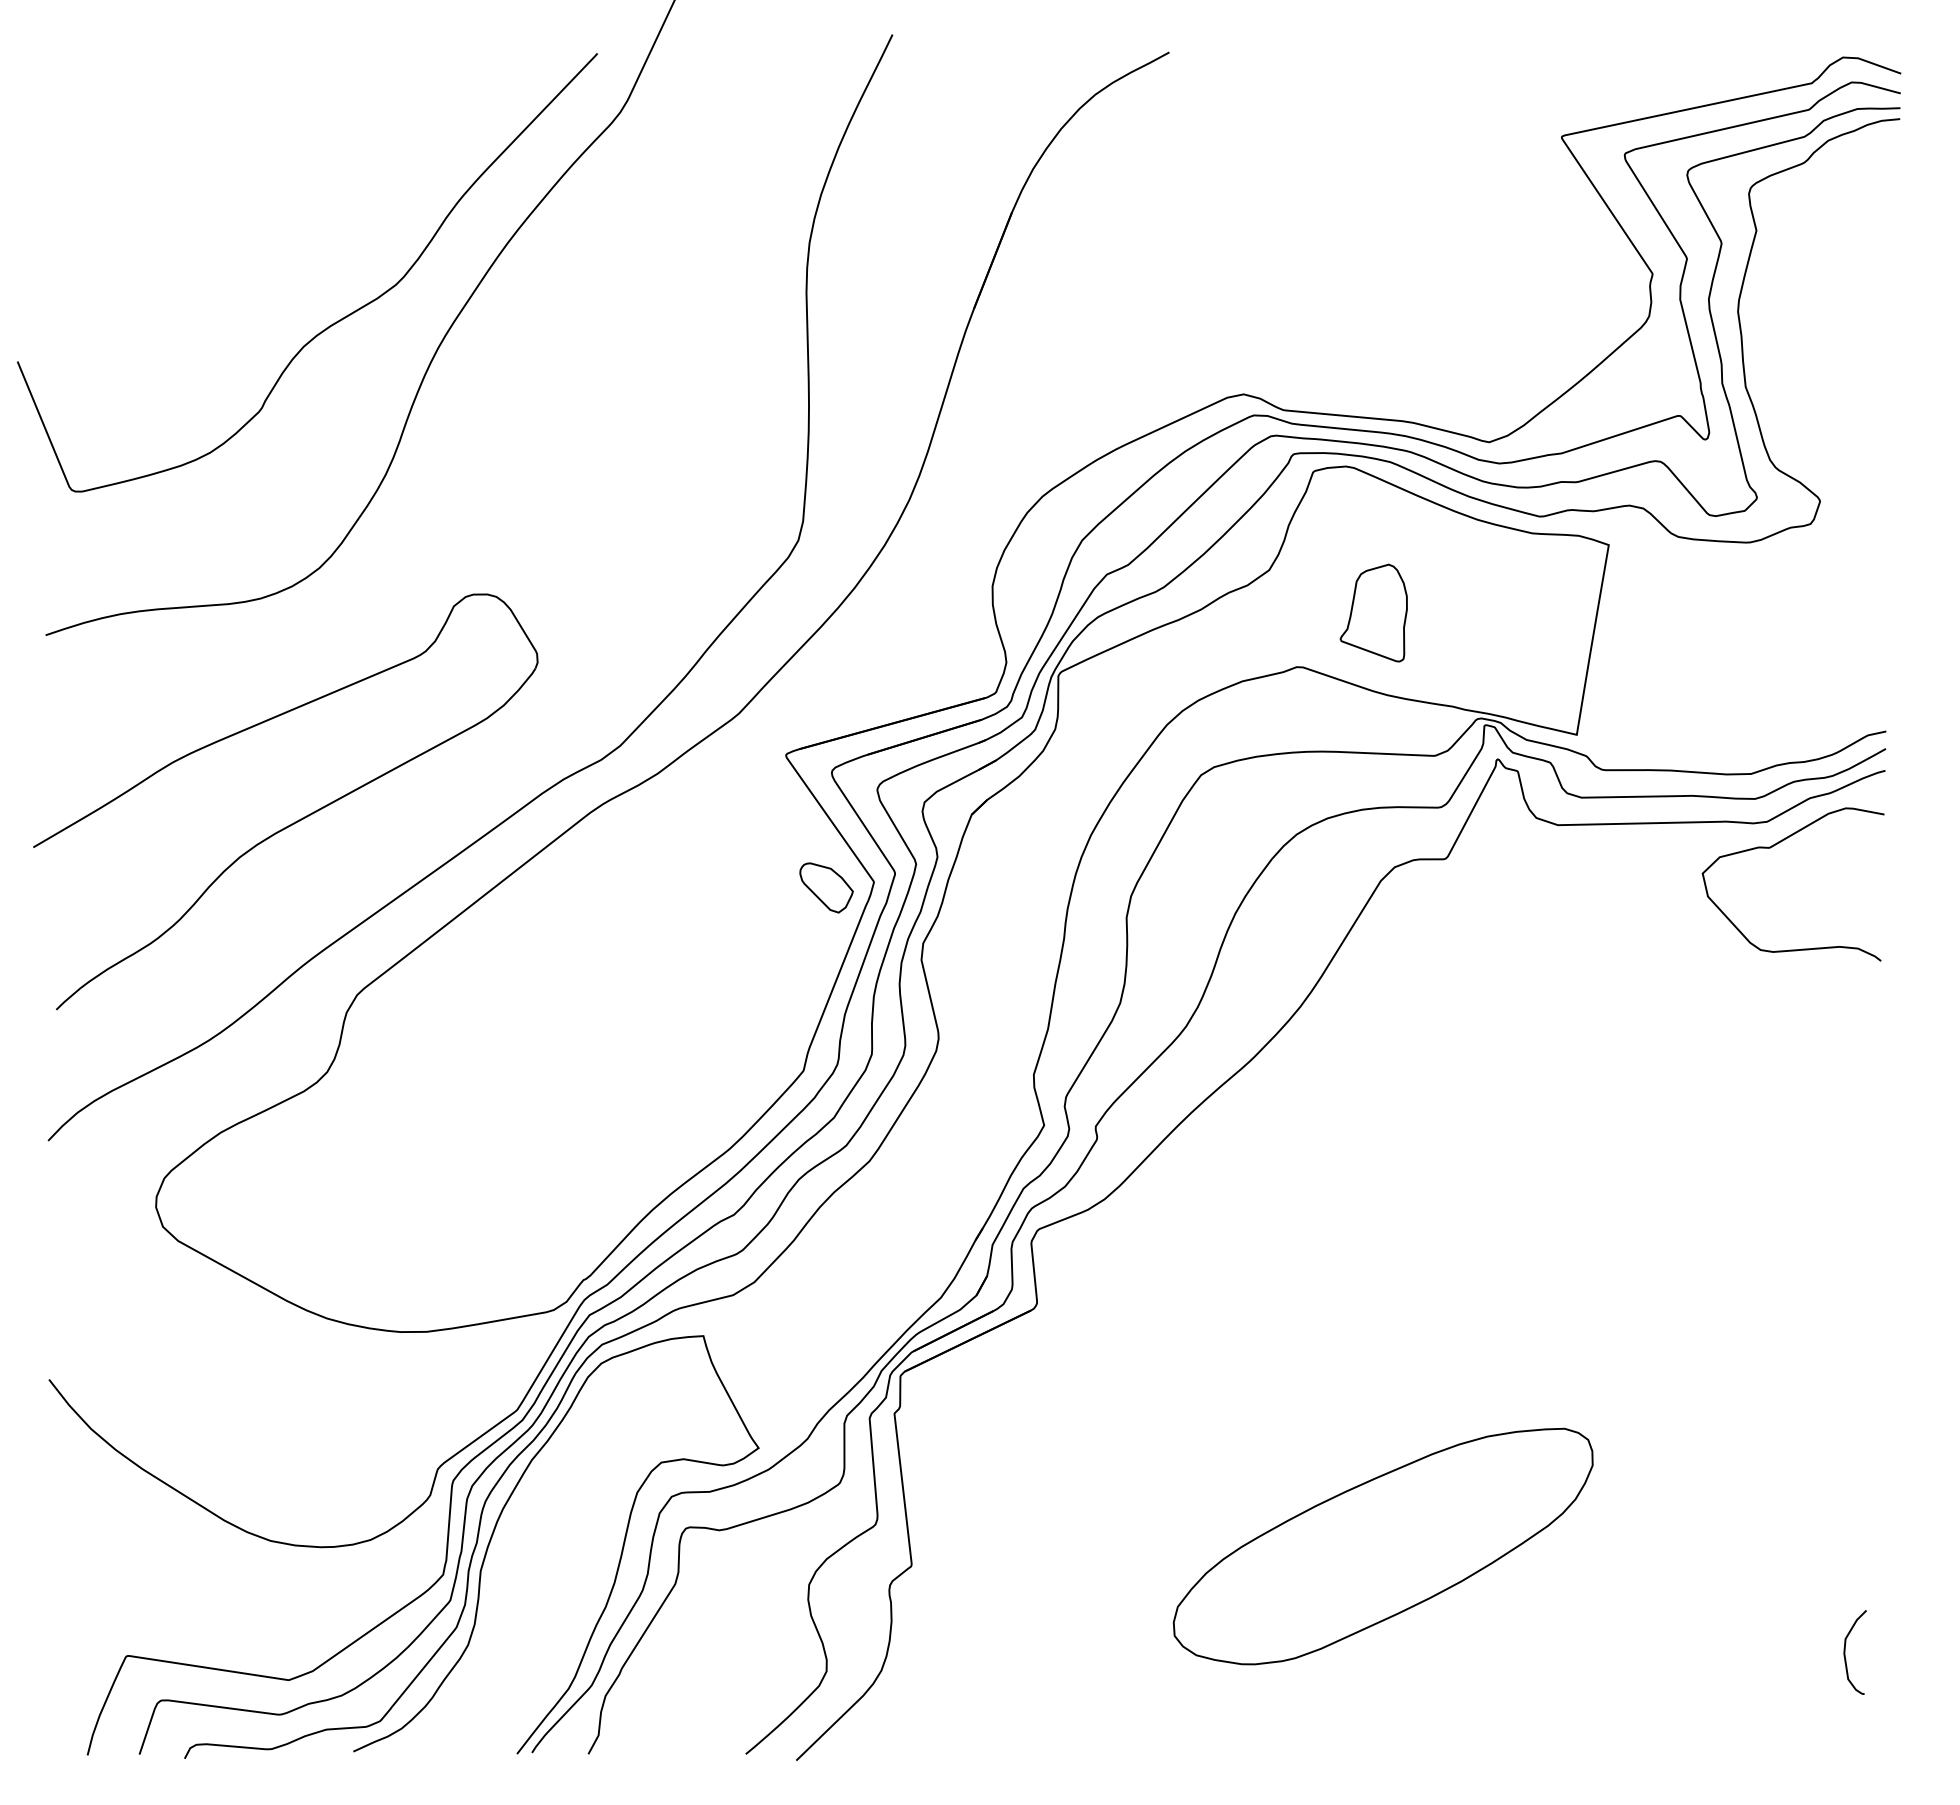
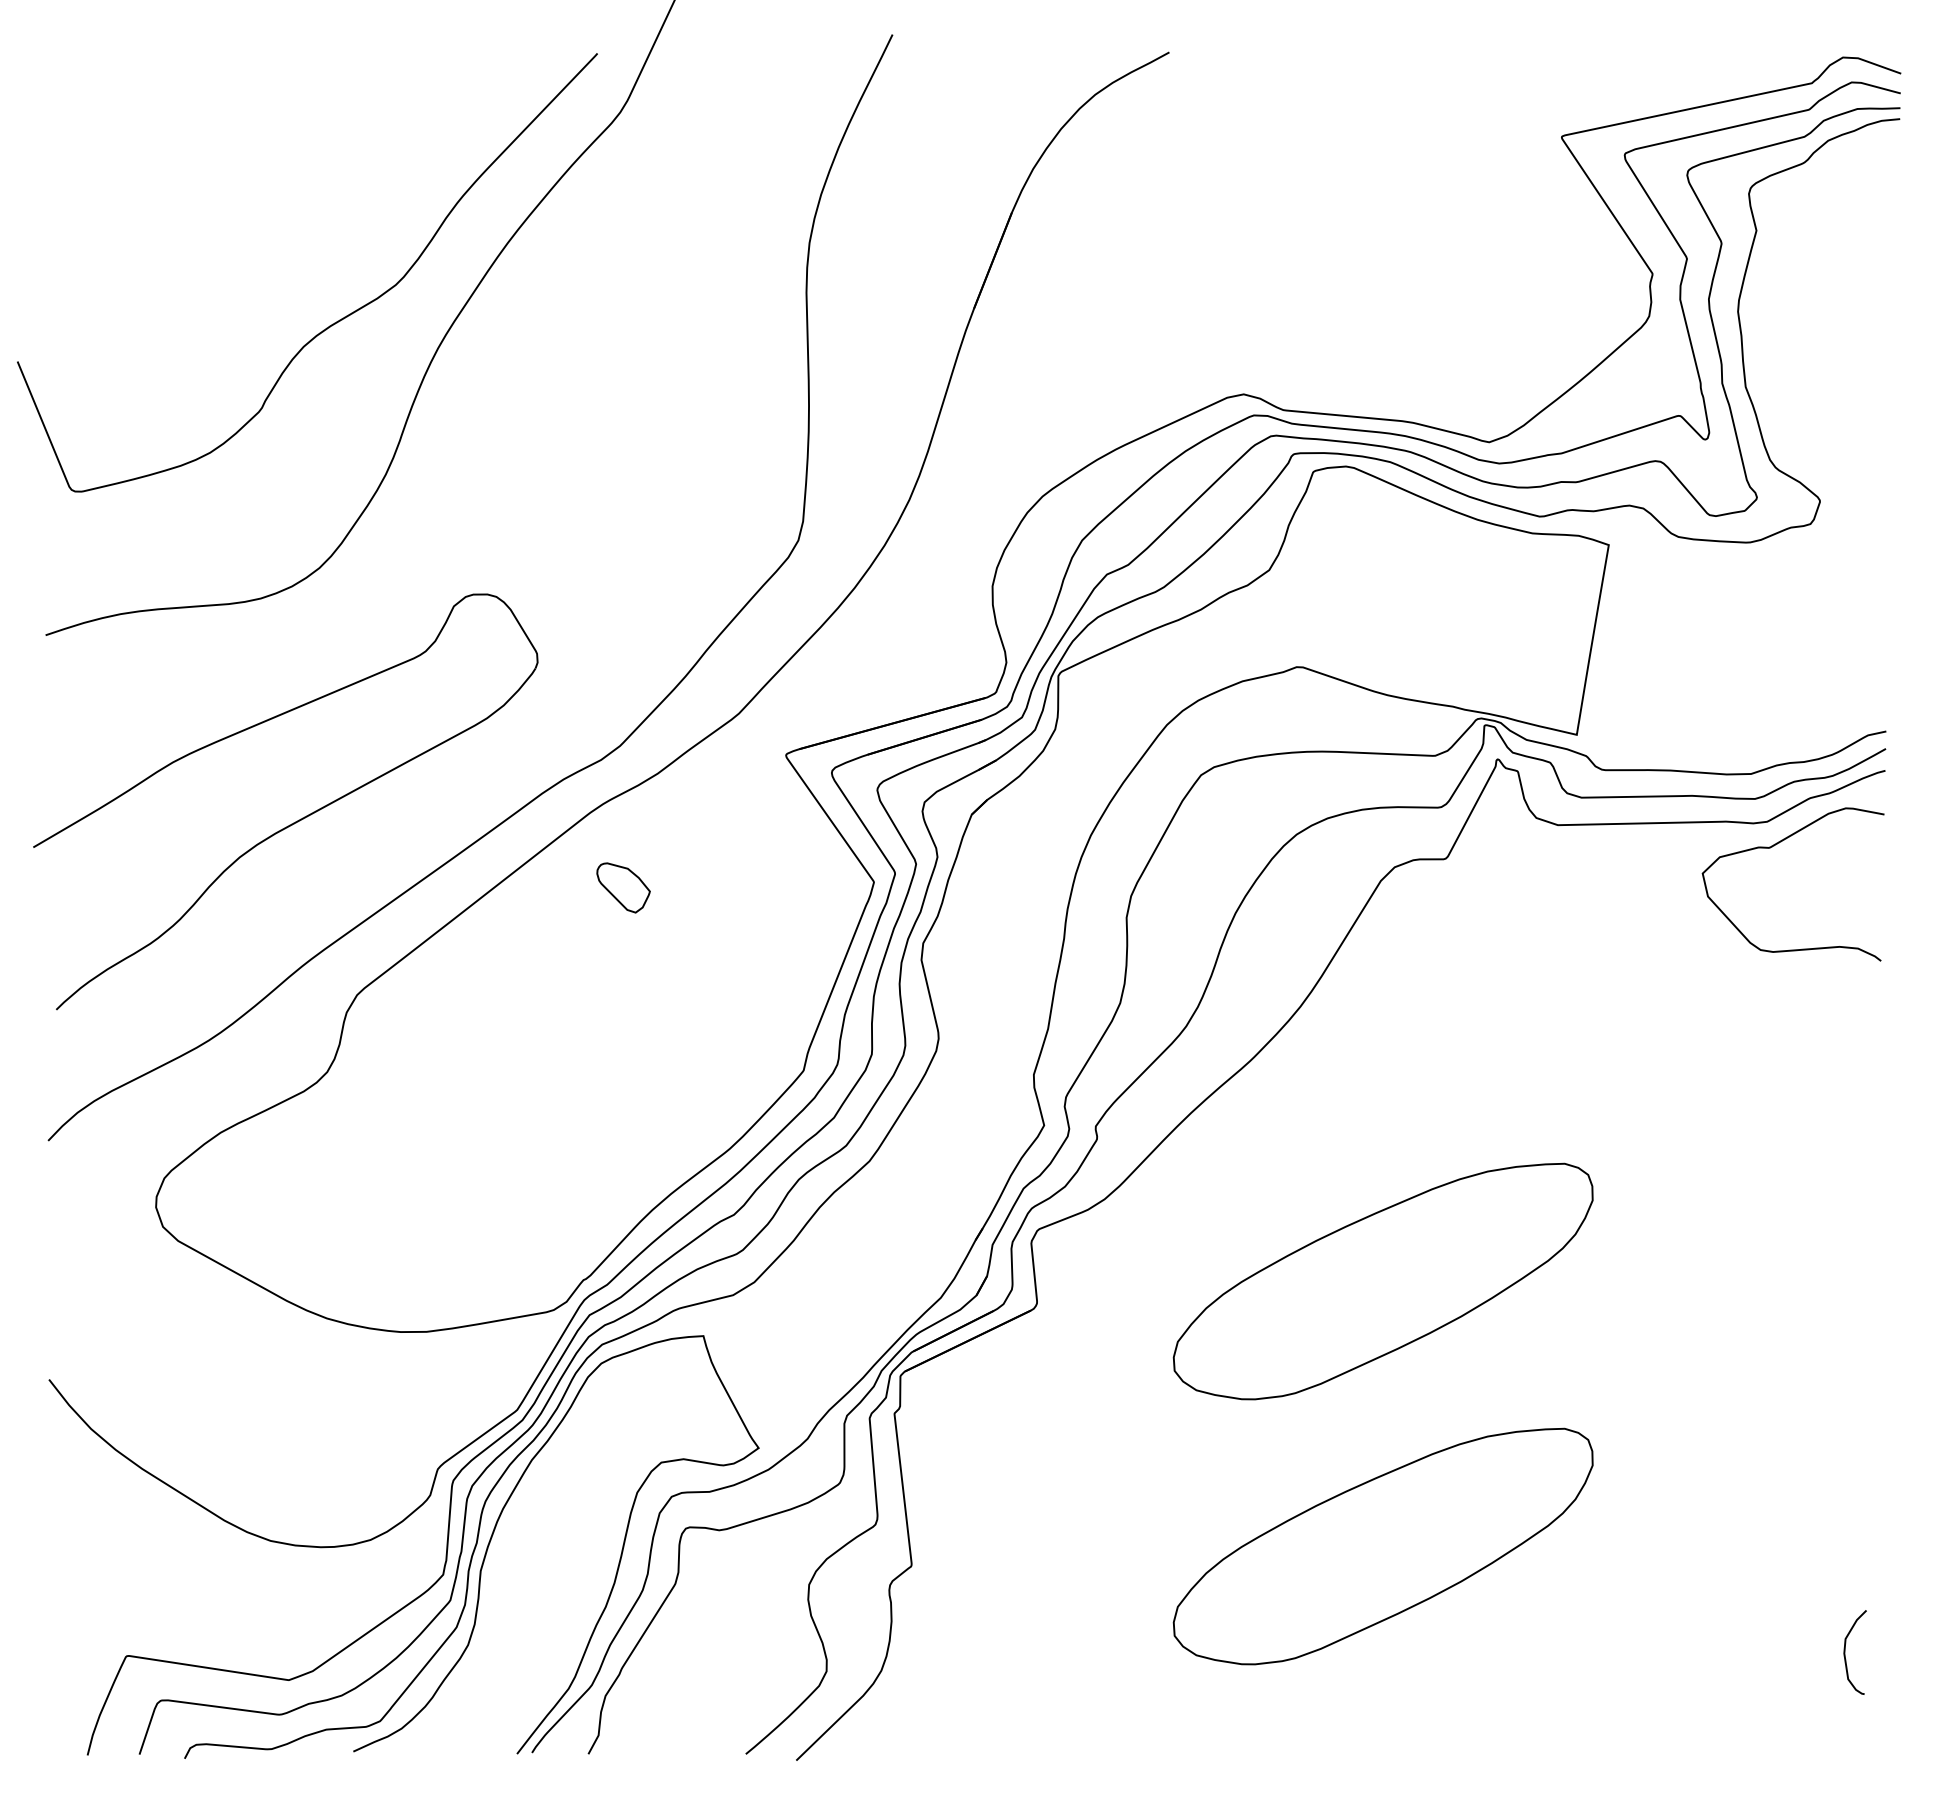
part at (1373, 612): present -> none
part at (826, 887) position: (826, 887) -> (623, 887)
part at (1382, 1281): none -> present
